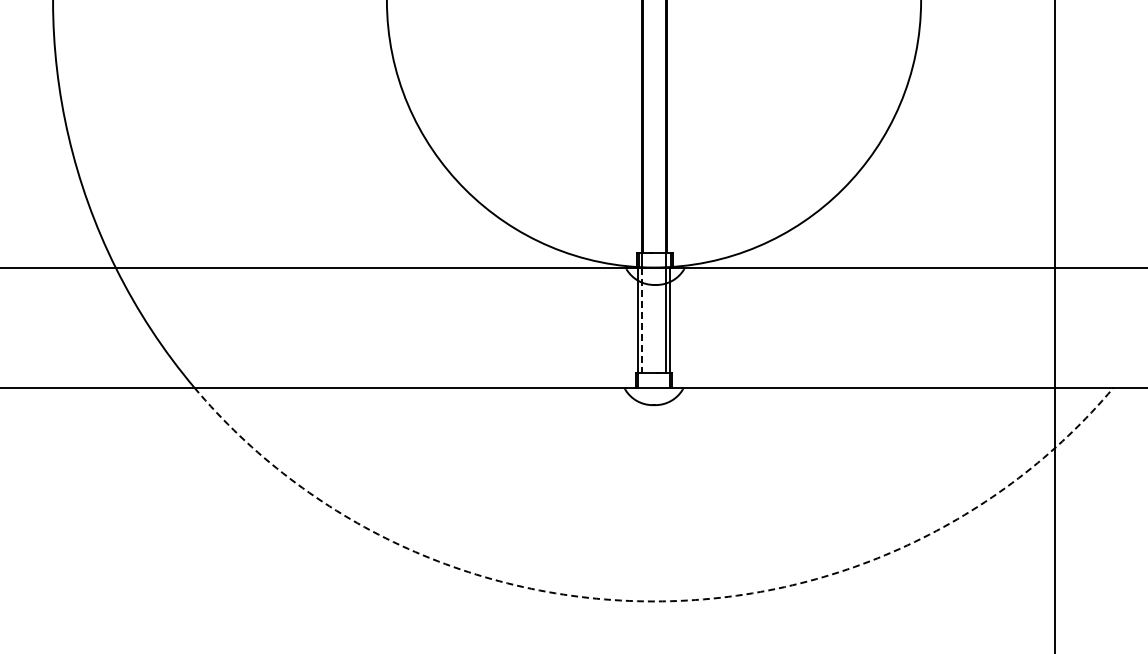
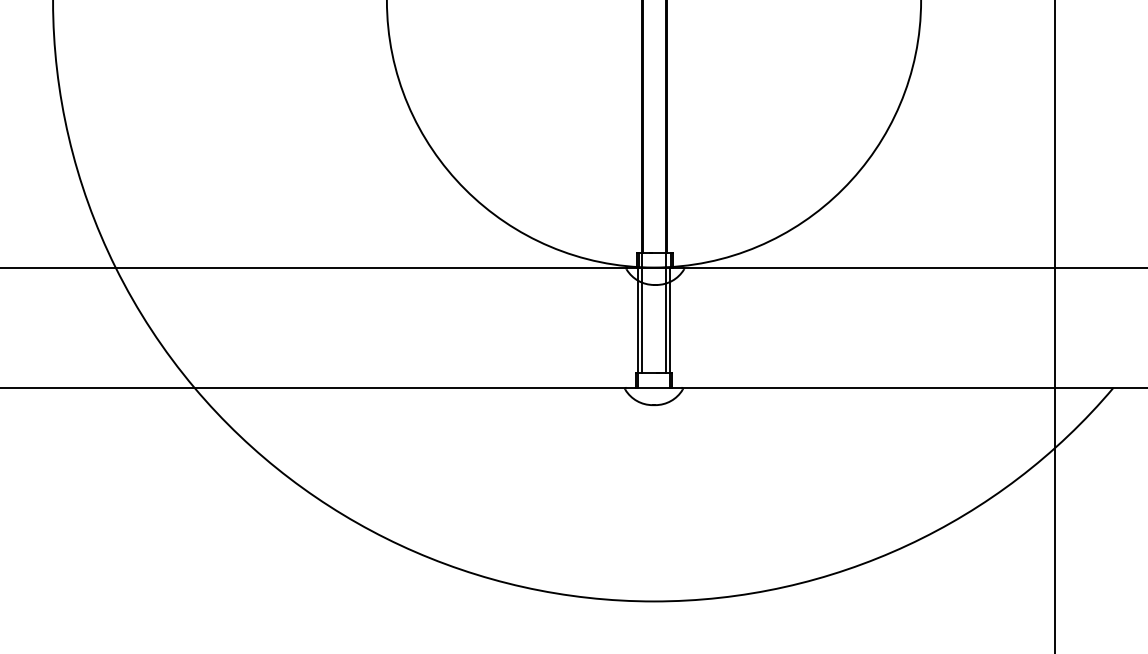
line at (642, 320): dashed -> solid
arc at (654, 601): dashed -> solid
